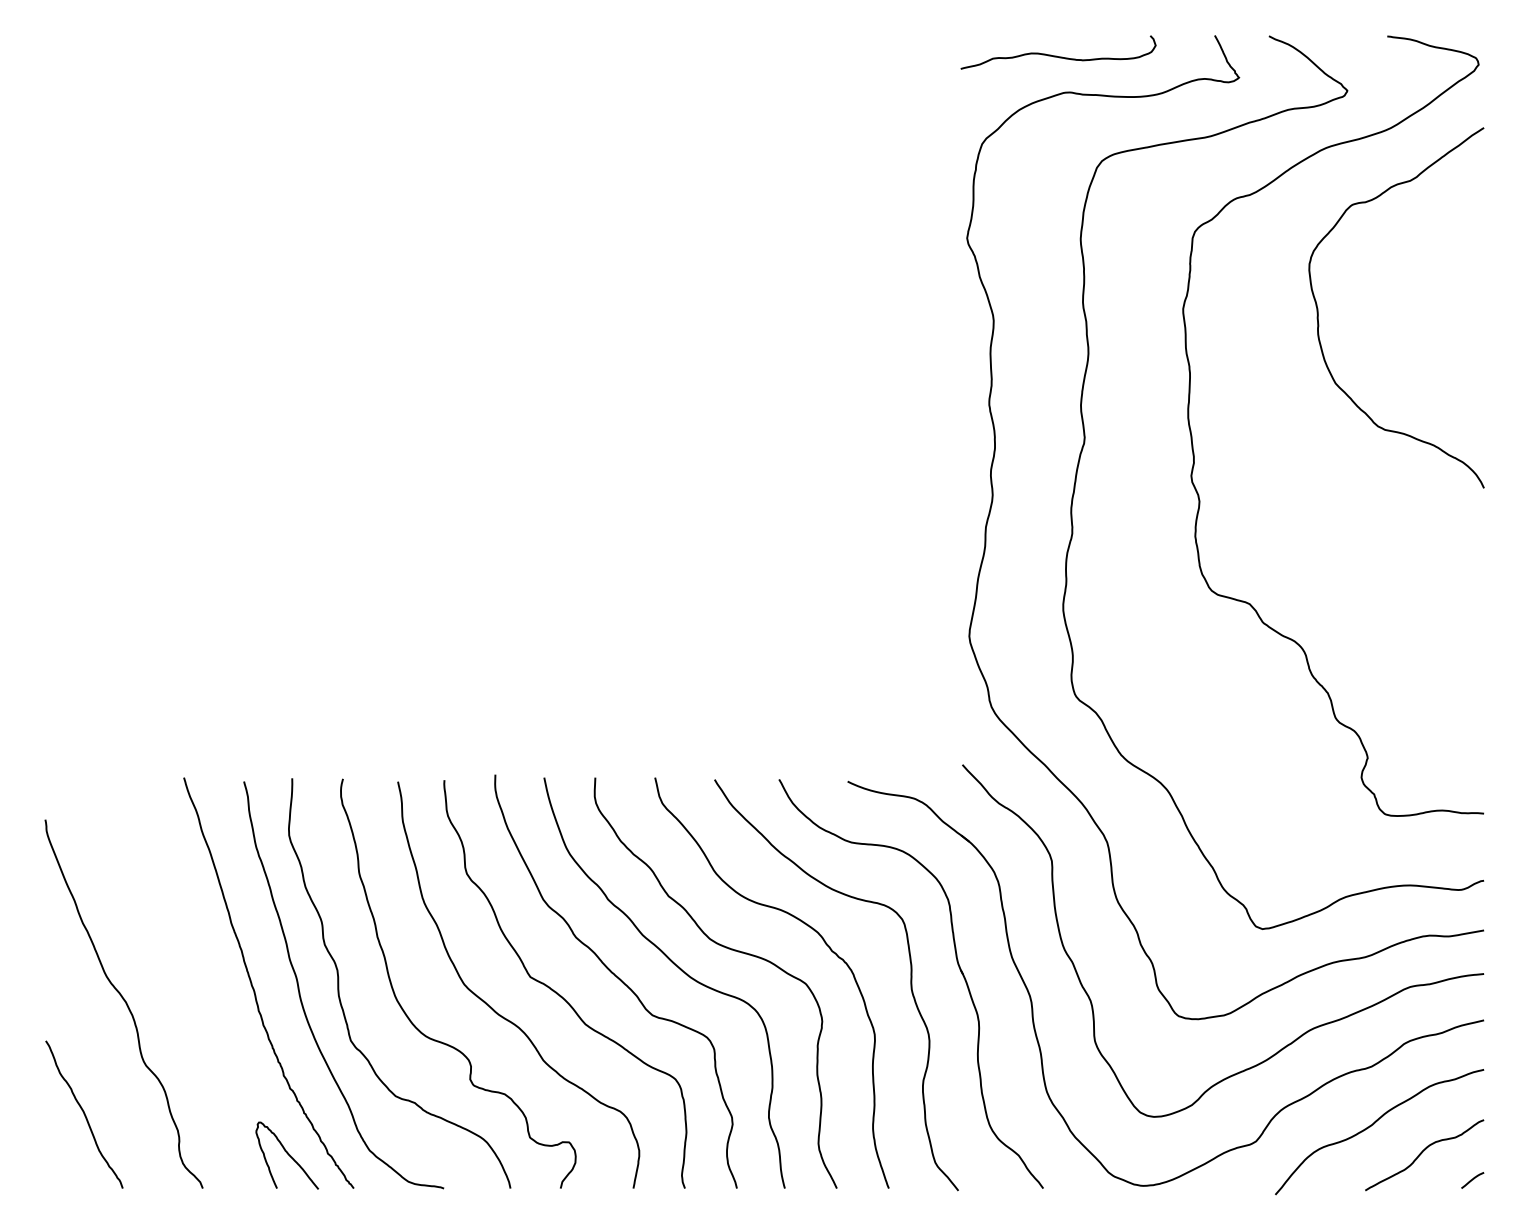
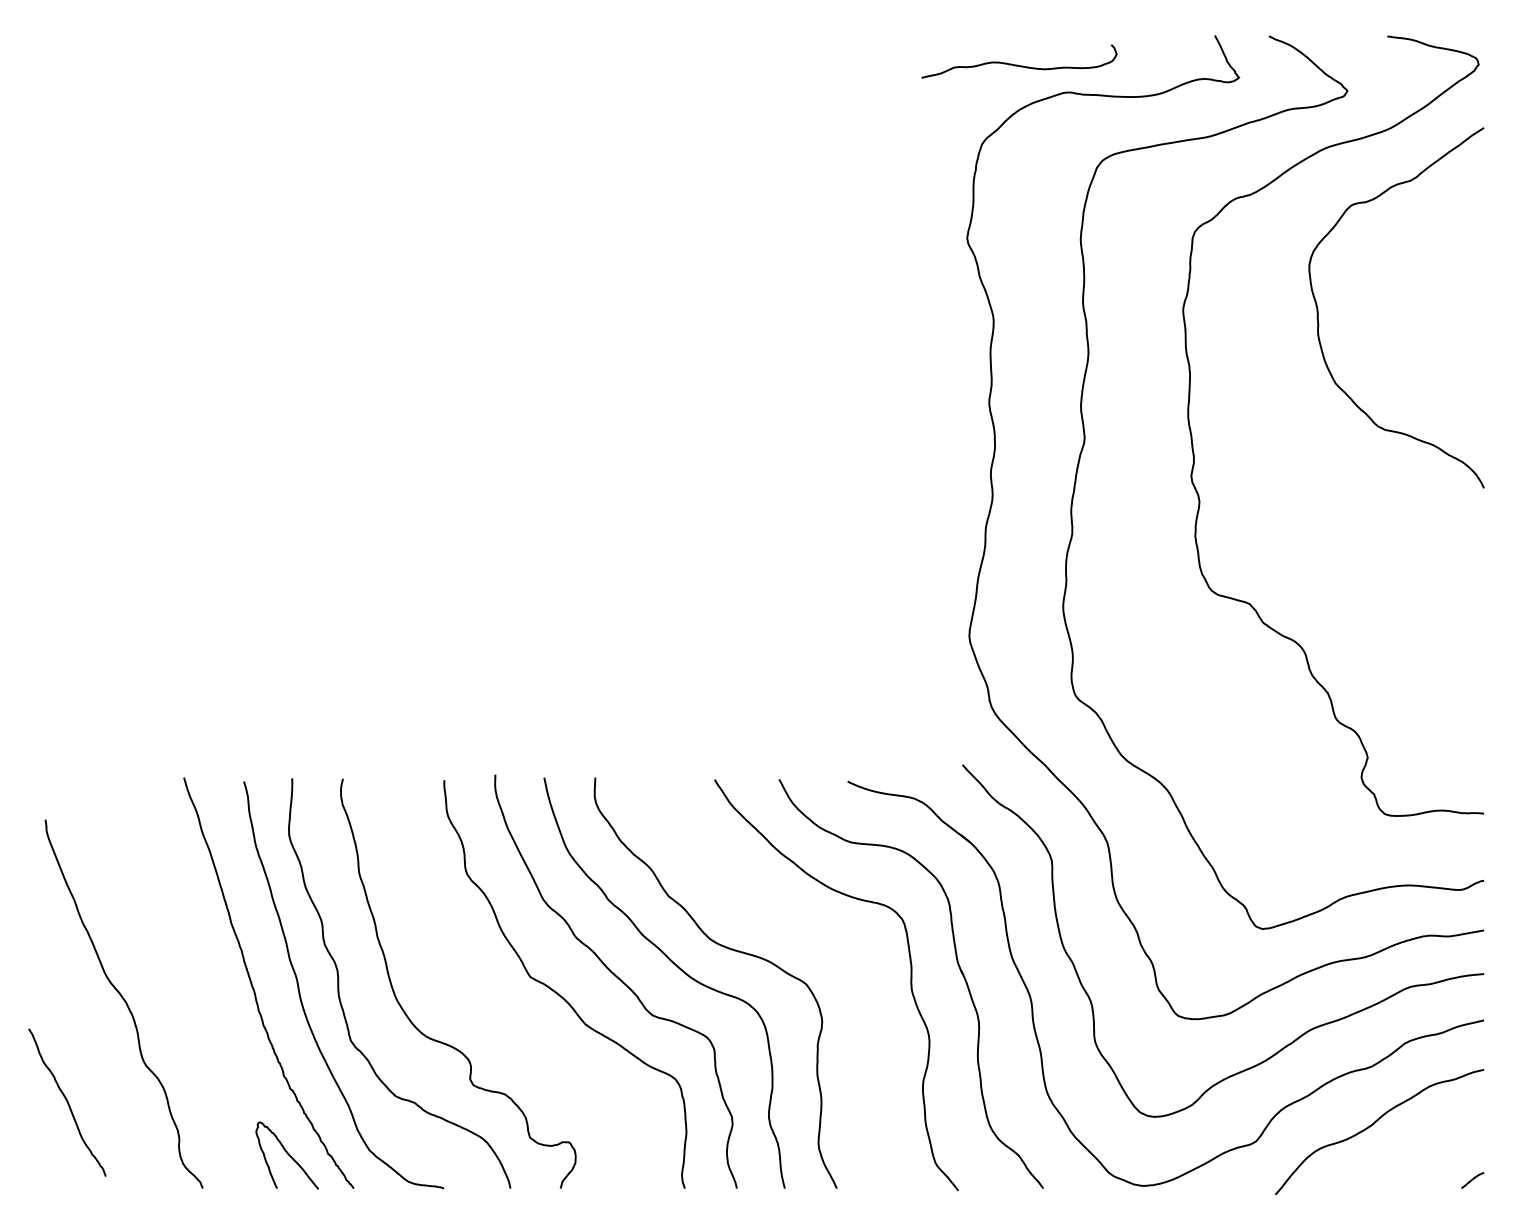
curve at (1056, 55) position: (1056, 55) -> (1017, 64)
curve at (825, 944): present -> none
curve at (493, 1008): present -> none
curve at (84, 1114) position: (84, 1114) -> (67, 1102)
curve at (1422, 1153): present -> none
